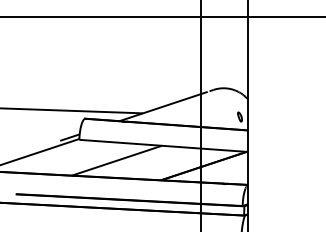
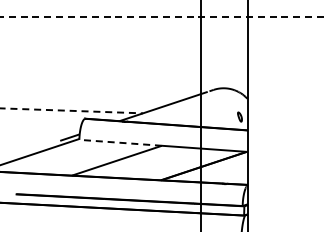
line at (162, 17): solid -> dashed
line at (72, 110): solid -> dashed
line at (120, 142): solid -> dashed
